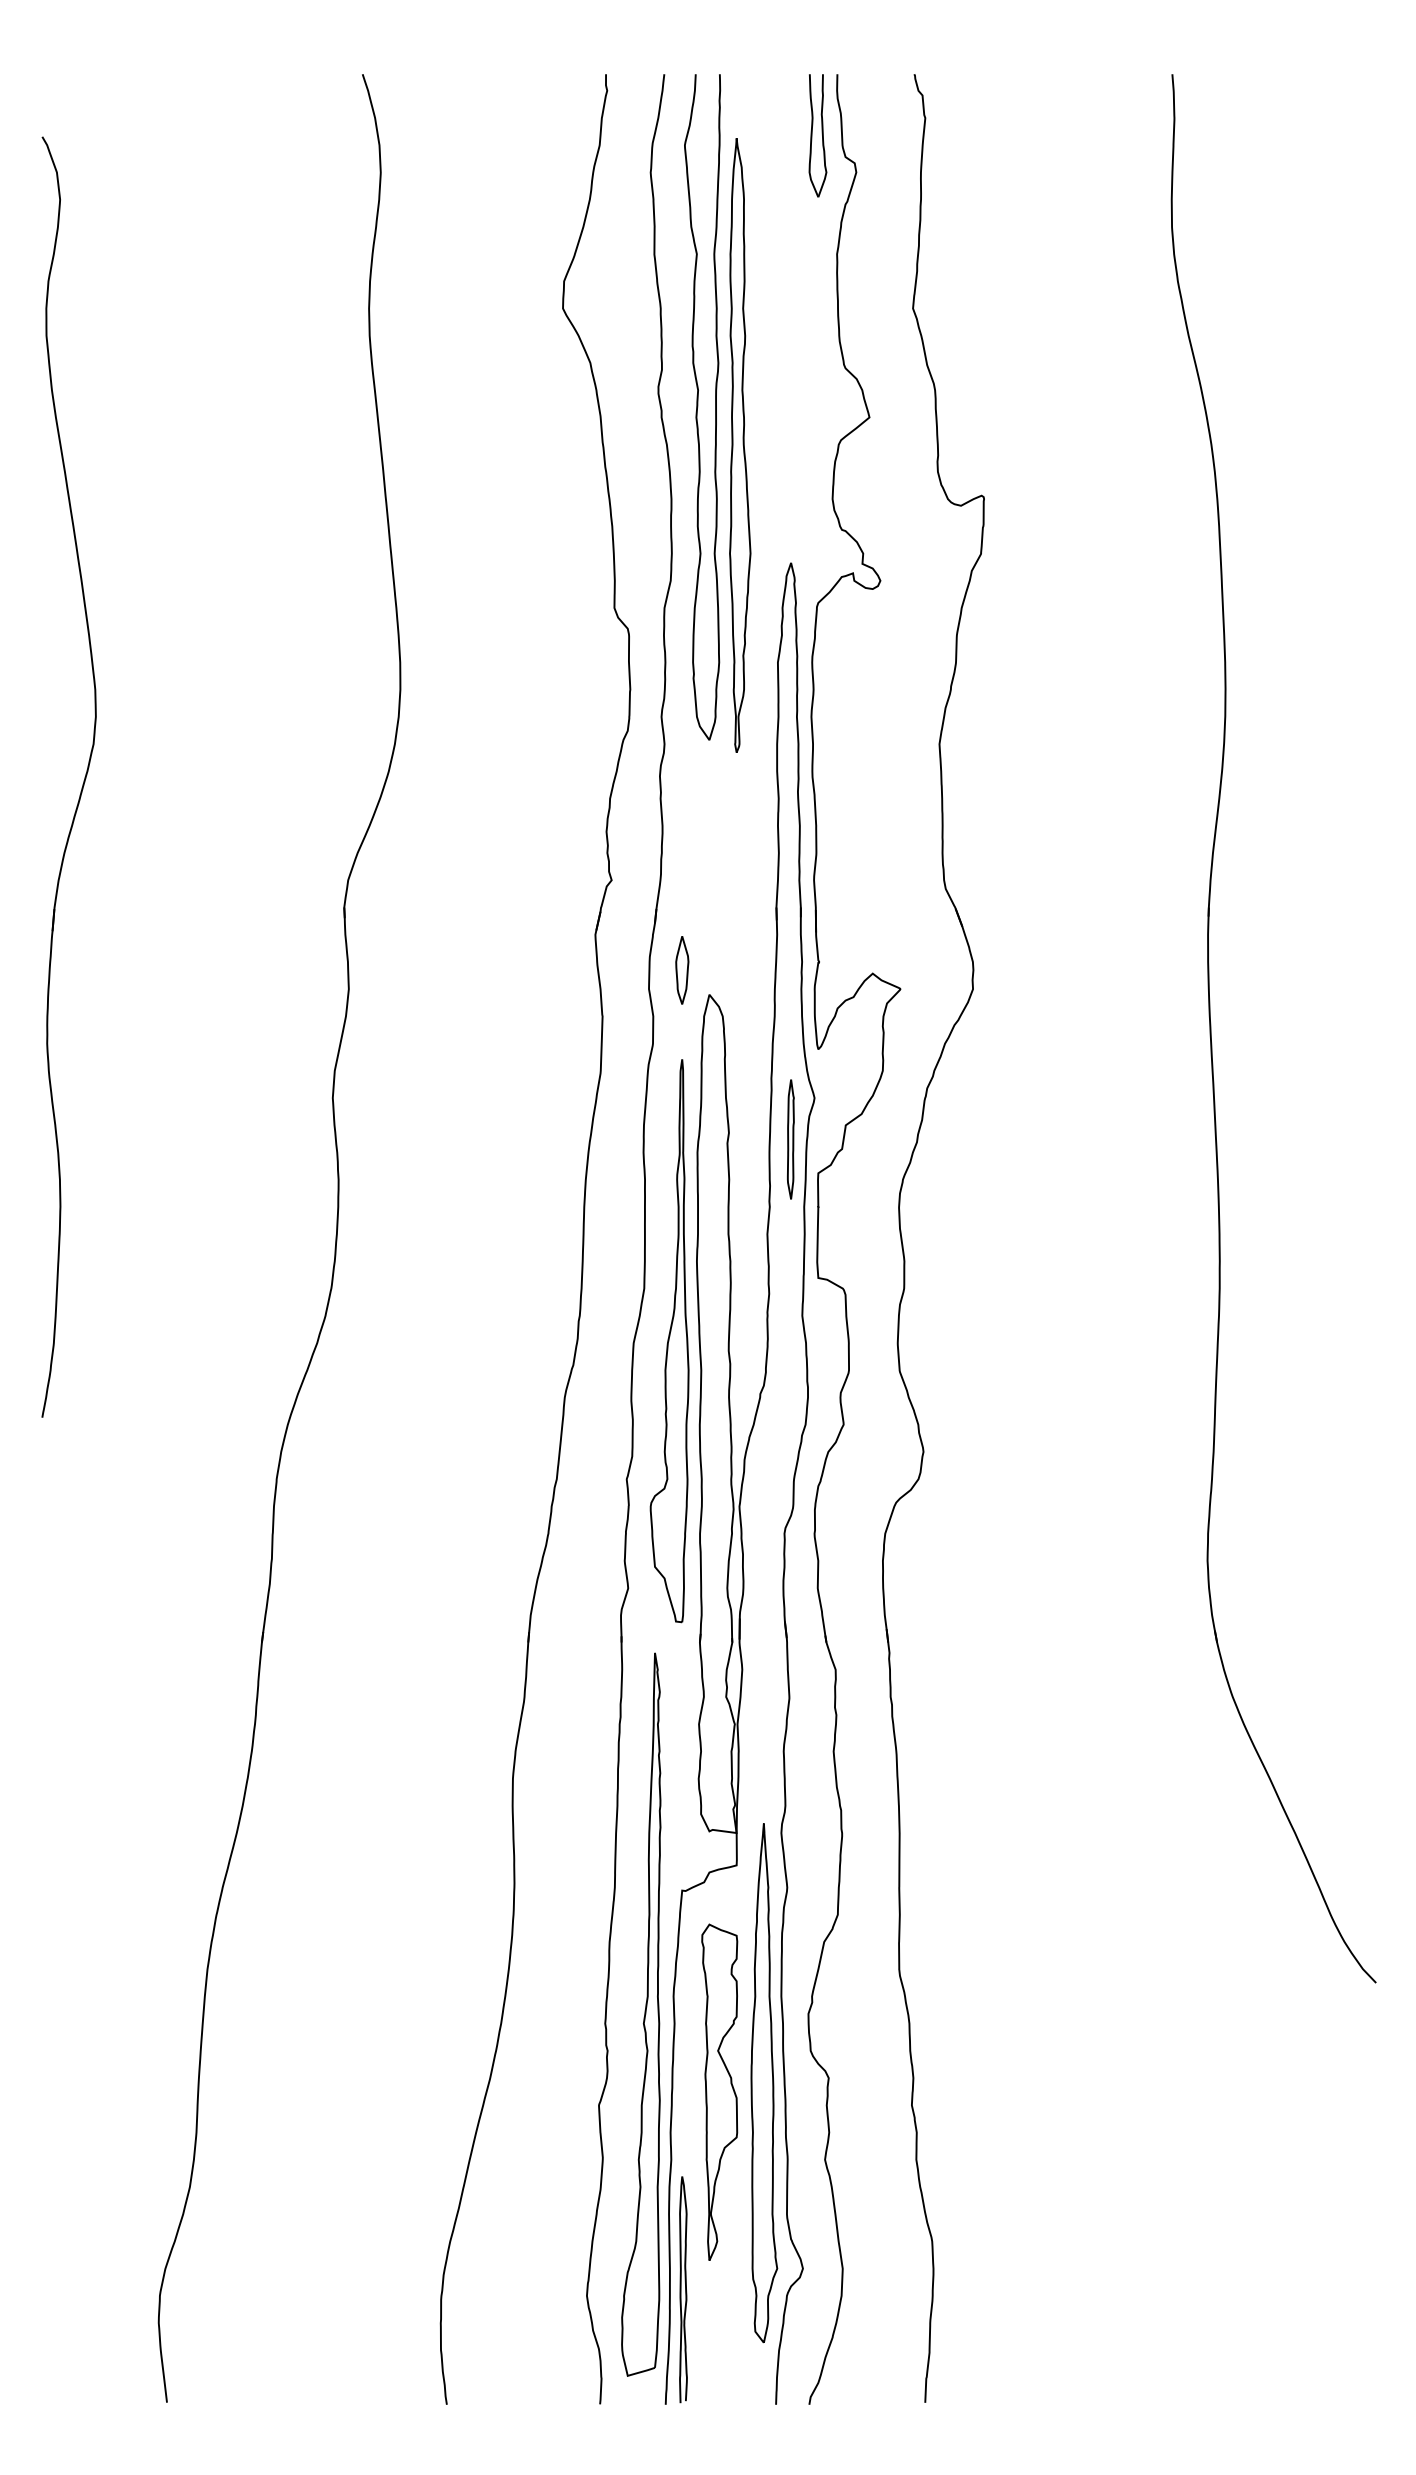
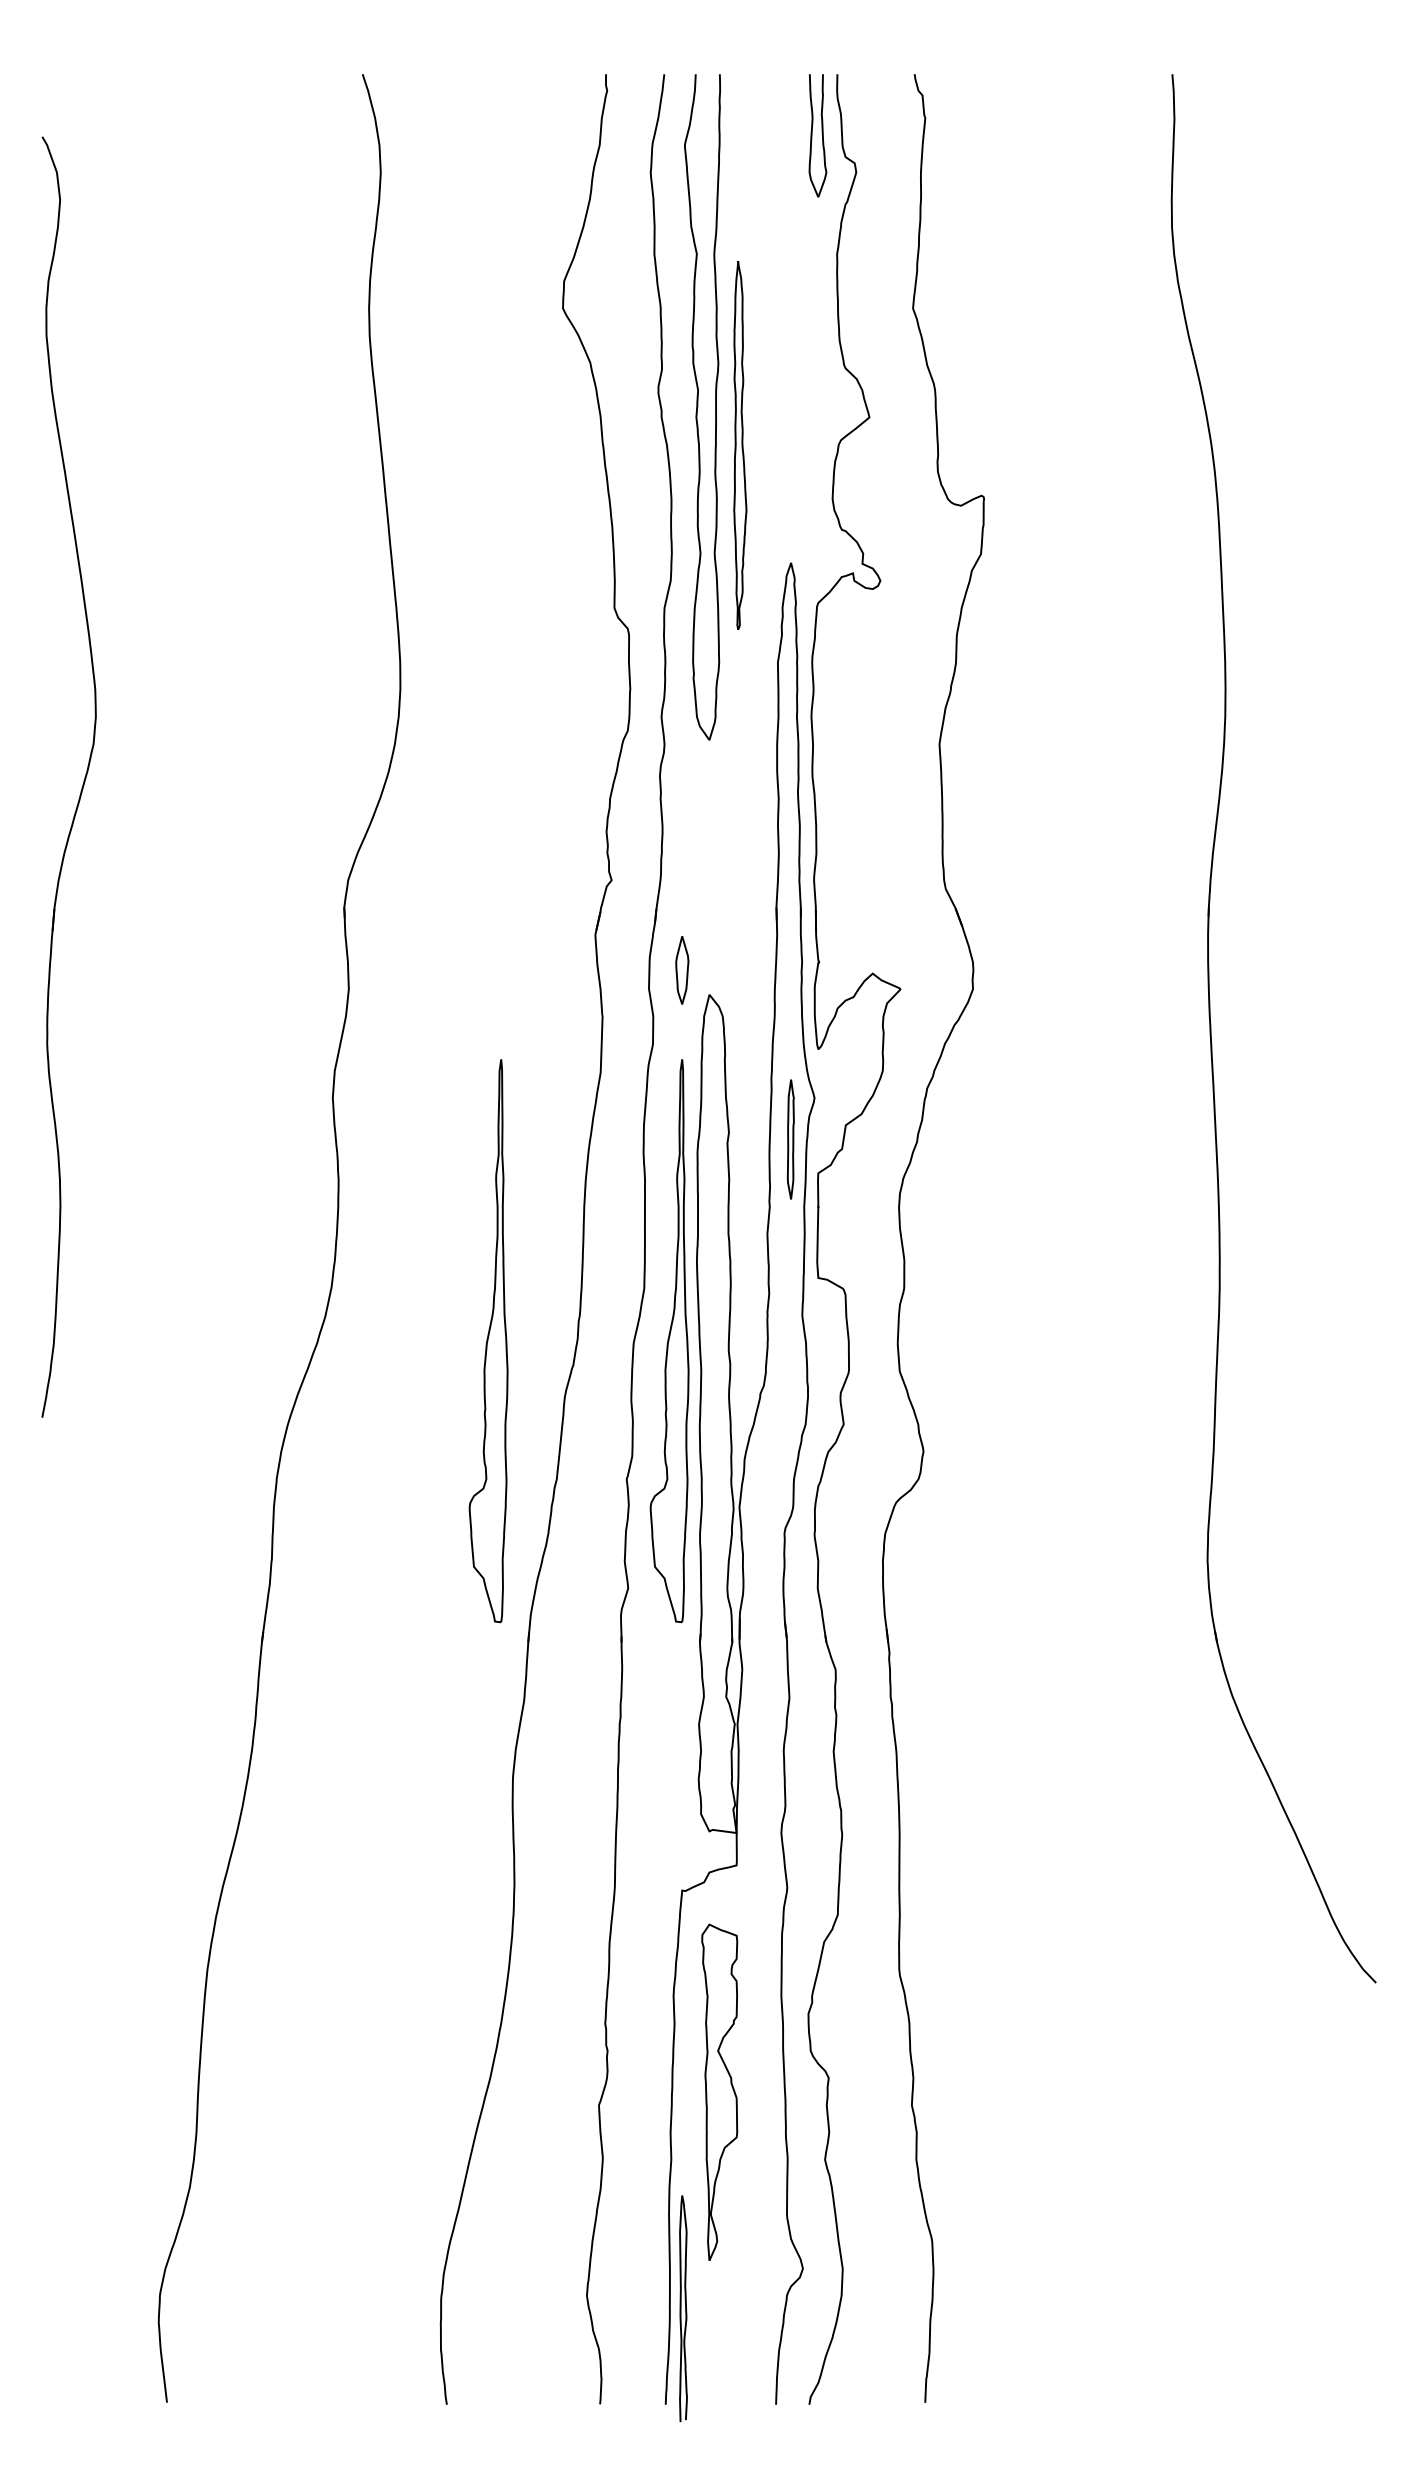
part at (740, 445) size: 23x615 px -> 15x369 px
part at (488, 1341): none -> present
part at (641, 2014): present -> none
part at (764, 2083): present -> none
curve at (681, 2289) position: (681, 2289) -> (681, 2308)
